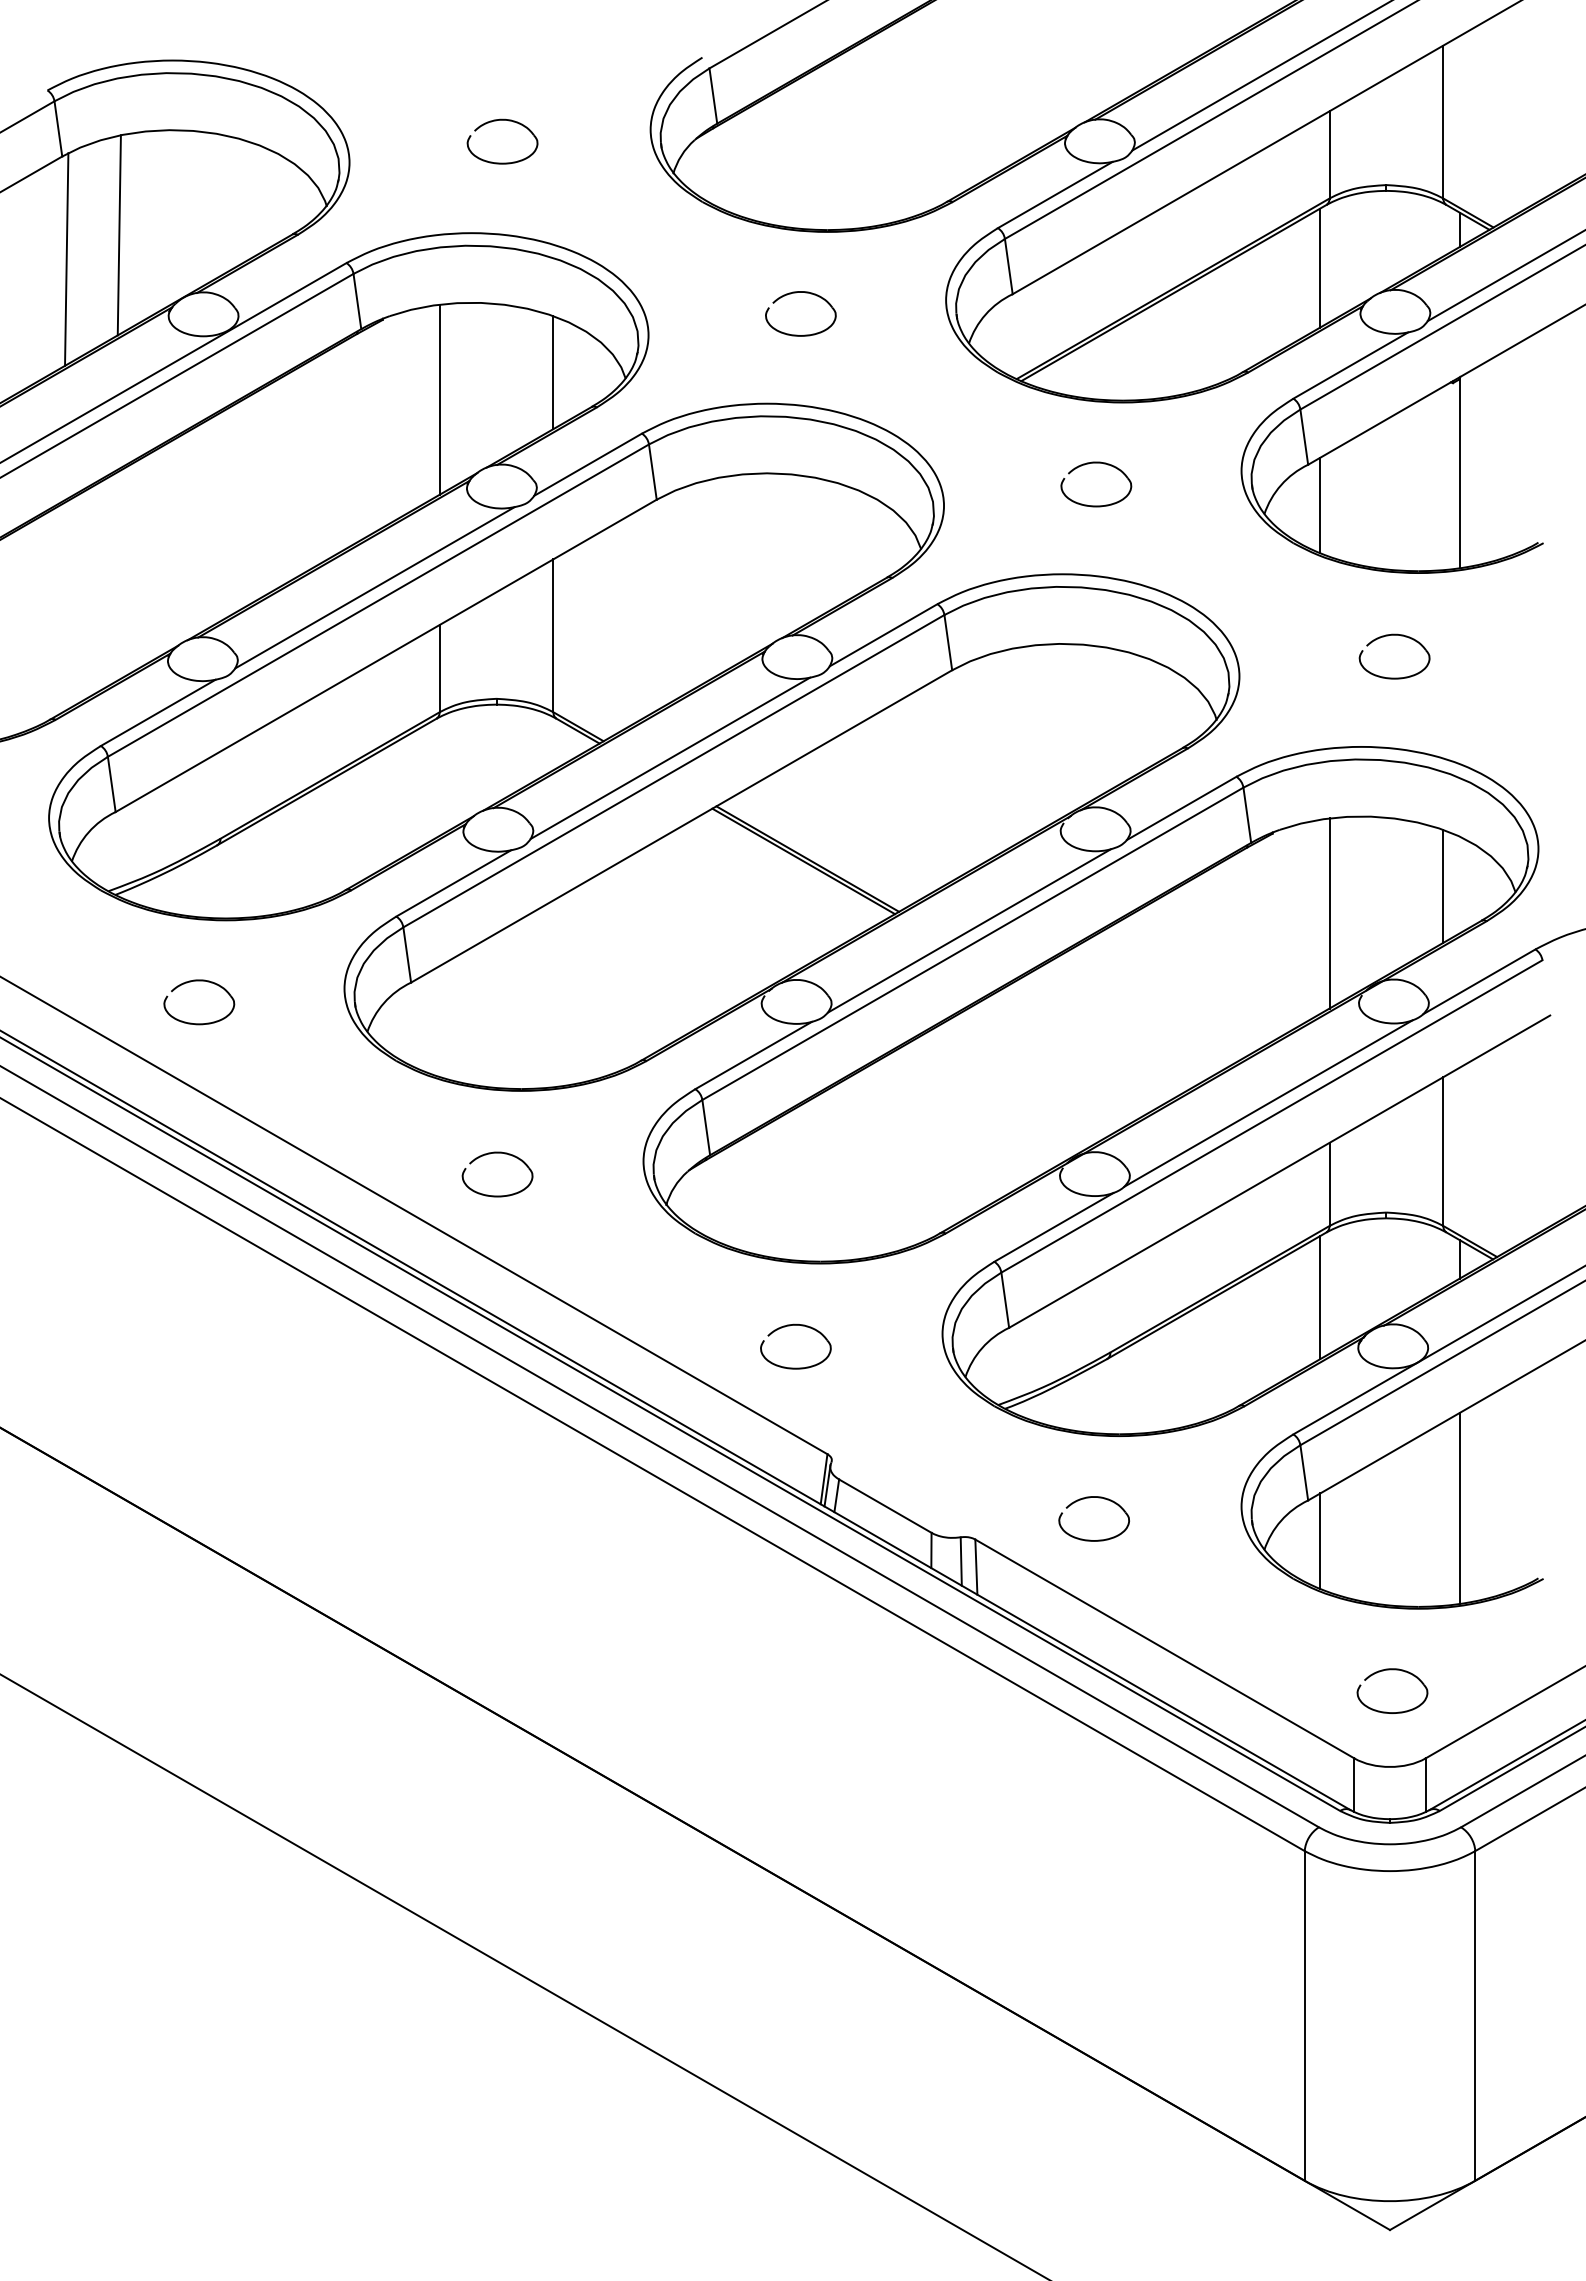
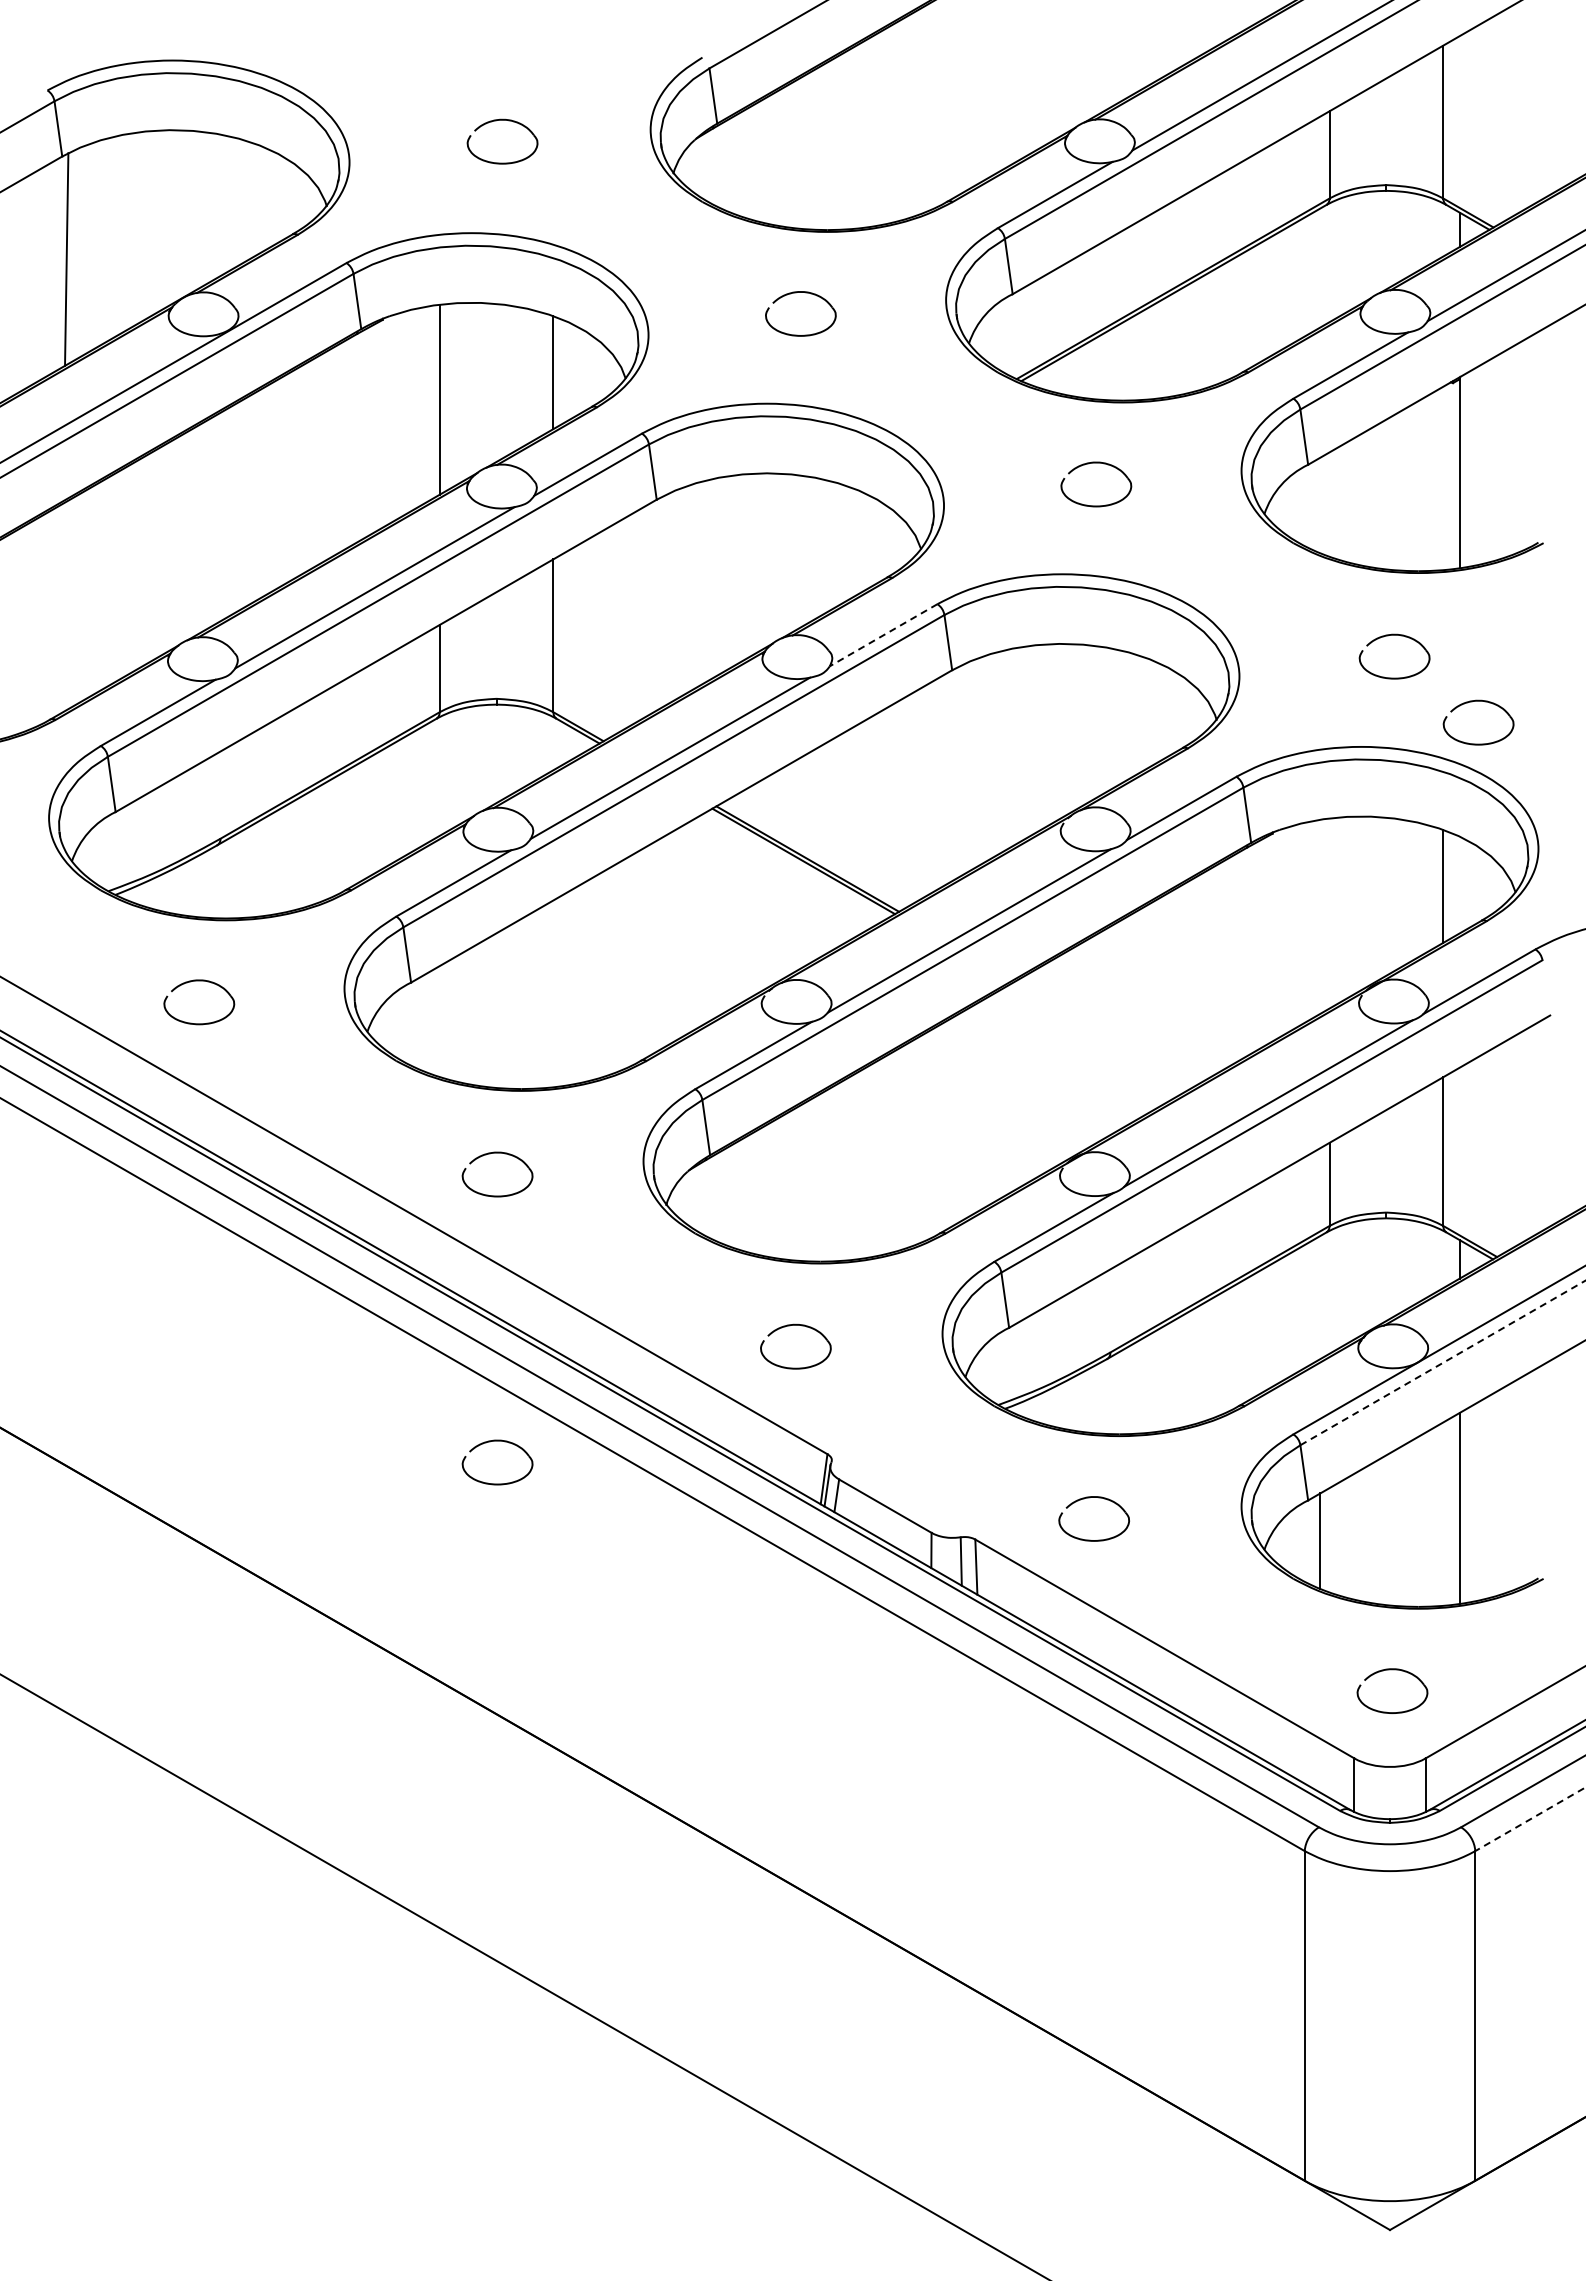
line at (118, 235): present -> none
line at (1320, 267): present -> none
line at (1320, 505): present -> none
line at (883, 635): solid -> dashed
part at (1472, 702): none -> present
line at (1329, 913): present -> none
line at (1320, 1297): present -> none
line at (1443, 1362): solid -> dashed
part at (497, 1441): none -> present
line at (1529, 1819): solid -> dashed
